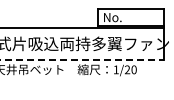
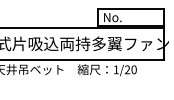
line at (82, 60): dashed -> solid
